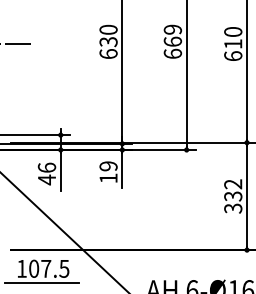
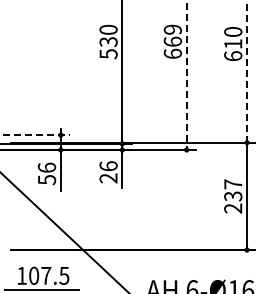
line at (16, 44): present -> none
text at (108, 54): 630 -> 530
line at (247, 70): solid -> dashed
line at (186, 73): solid -> dashed
line at (35, 135): solid -> dashed
text at (108, 172): 19 -> 26
text at (47, 179): 46 -> 56
text at (233, 196): 332 -> 237
part at (41, 271) position: (41, 271) -> (41, 278)
